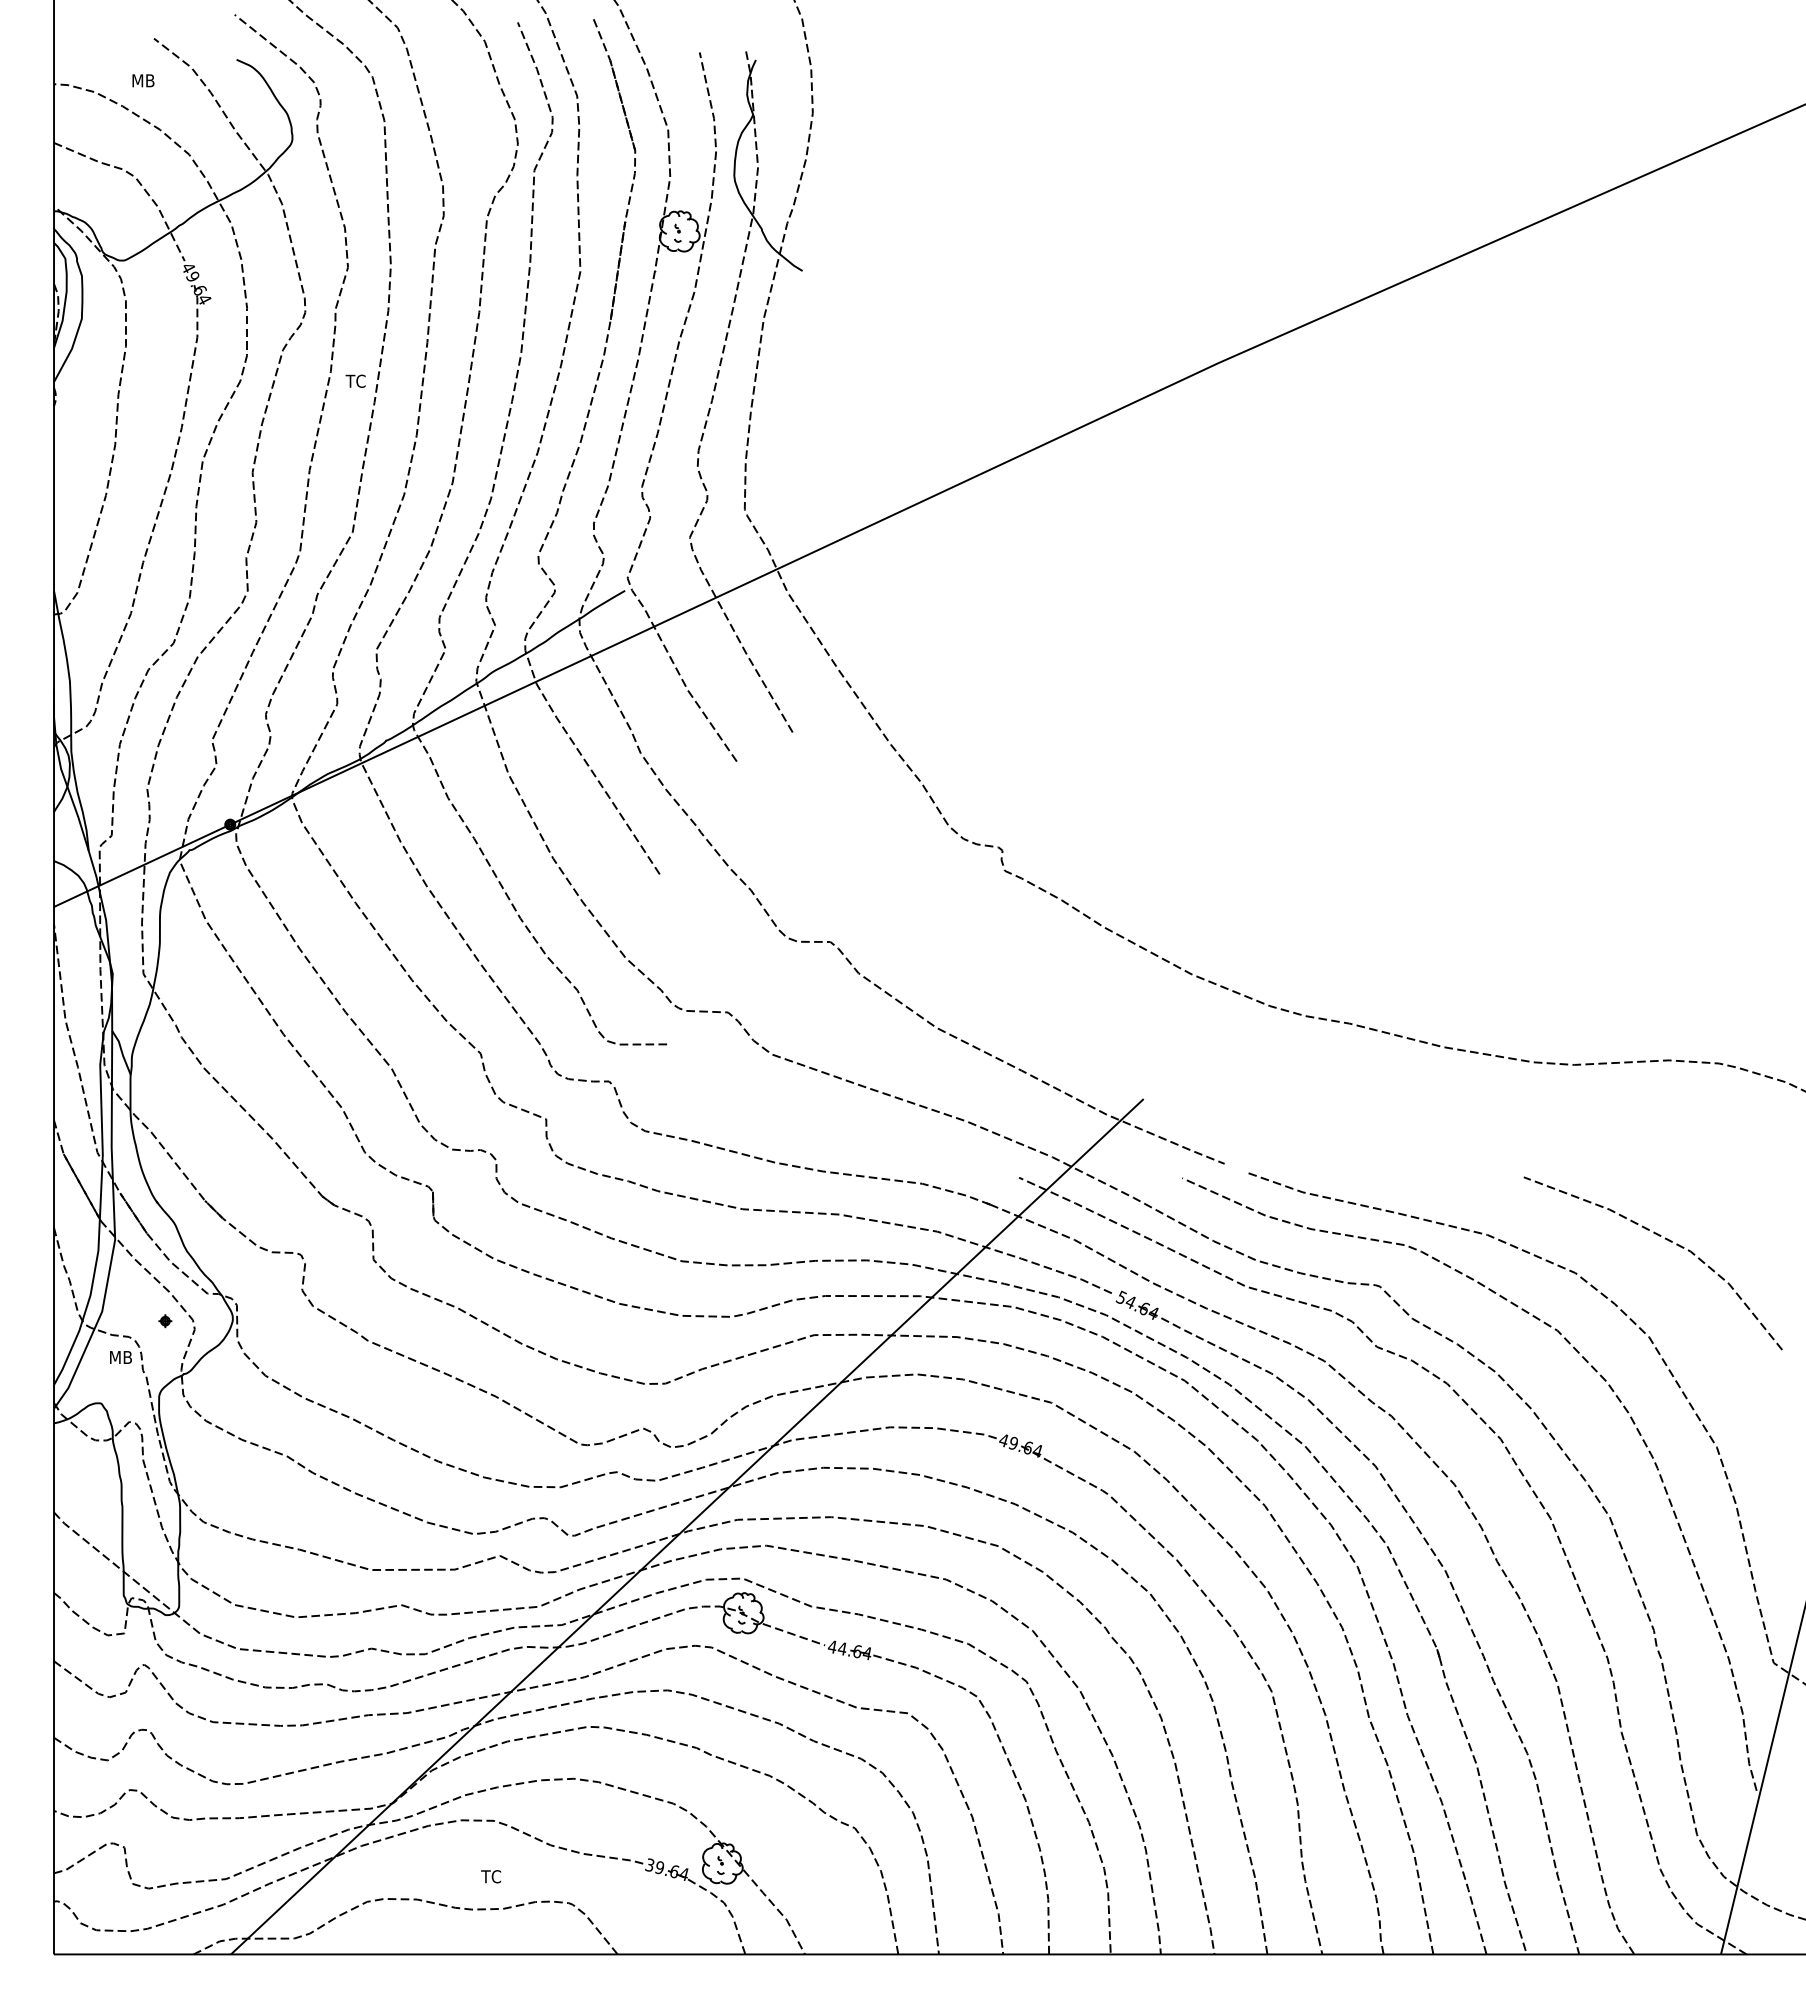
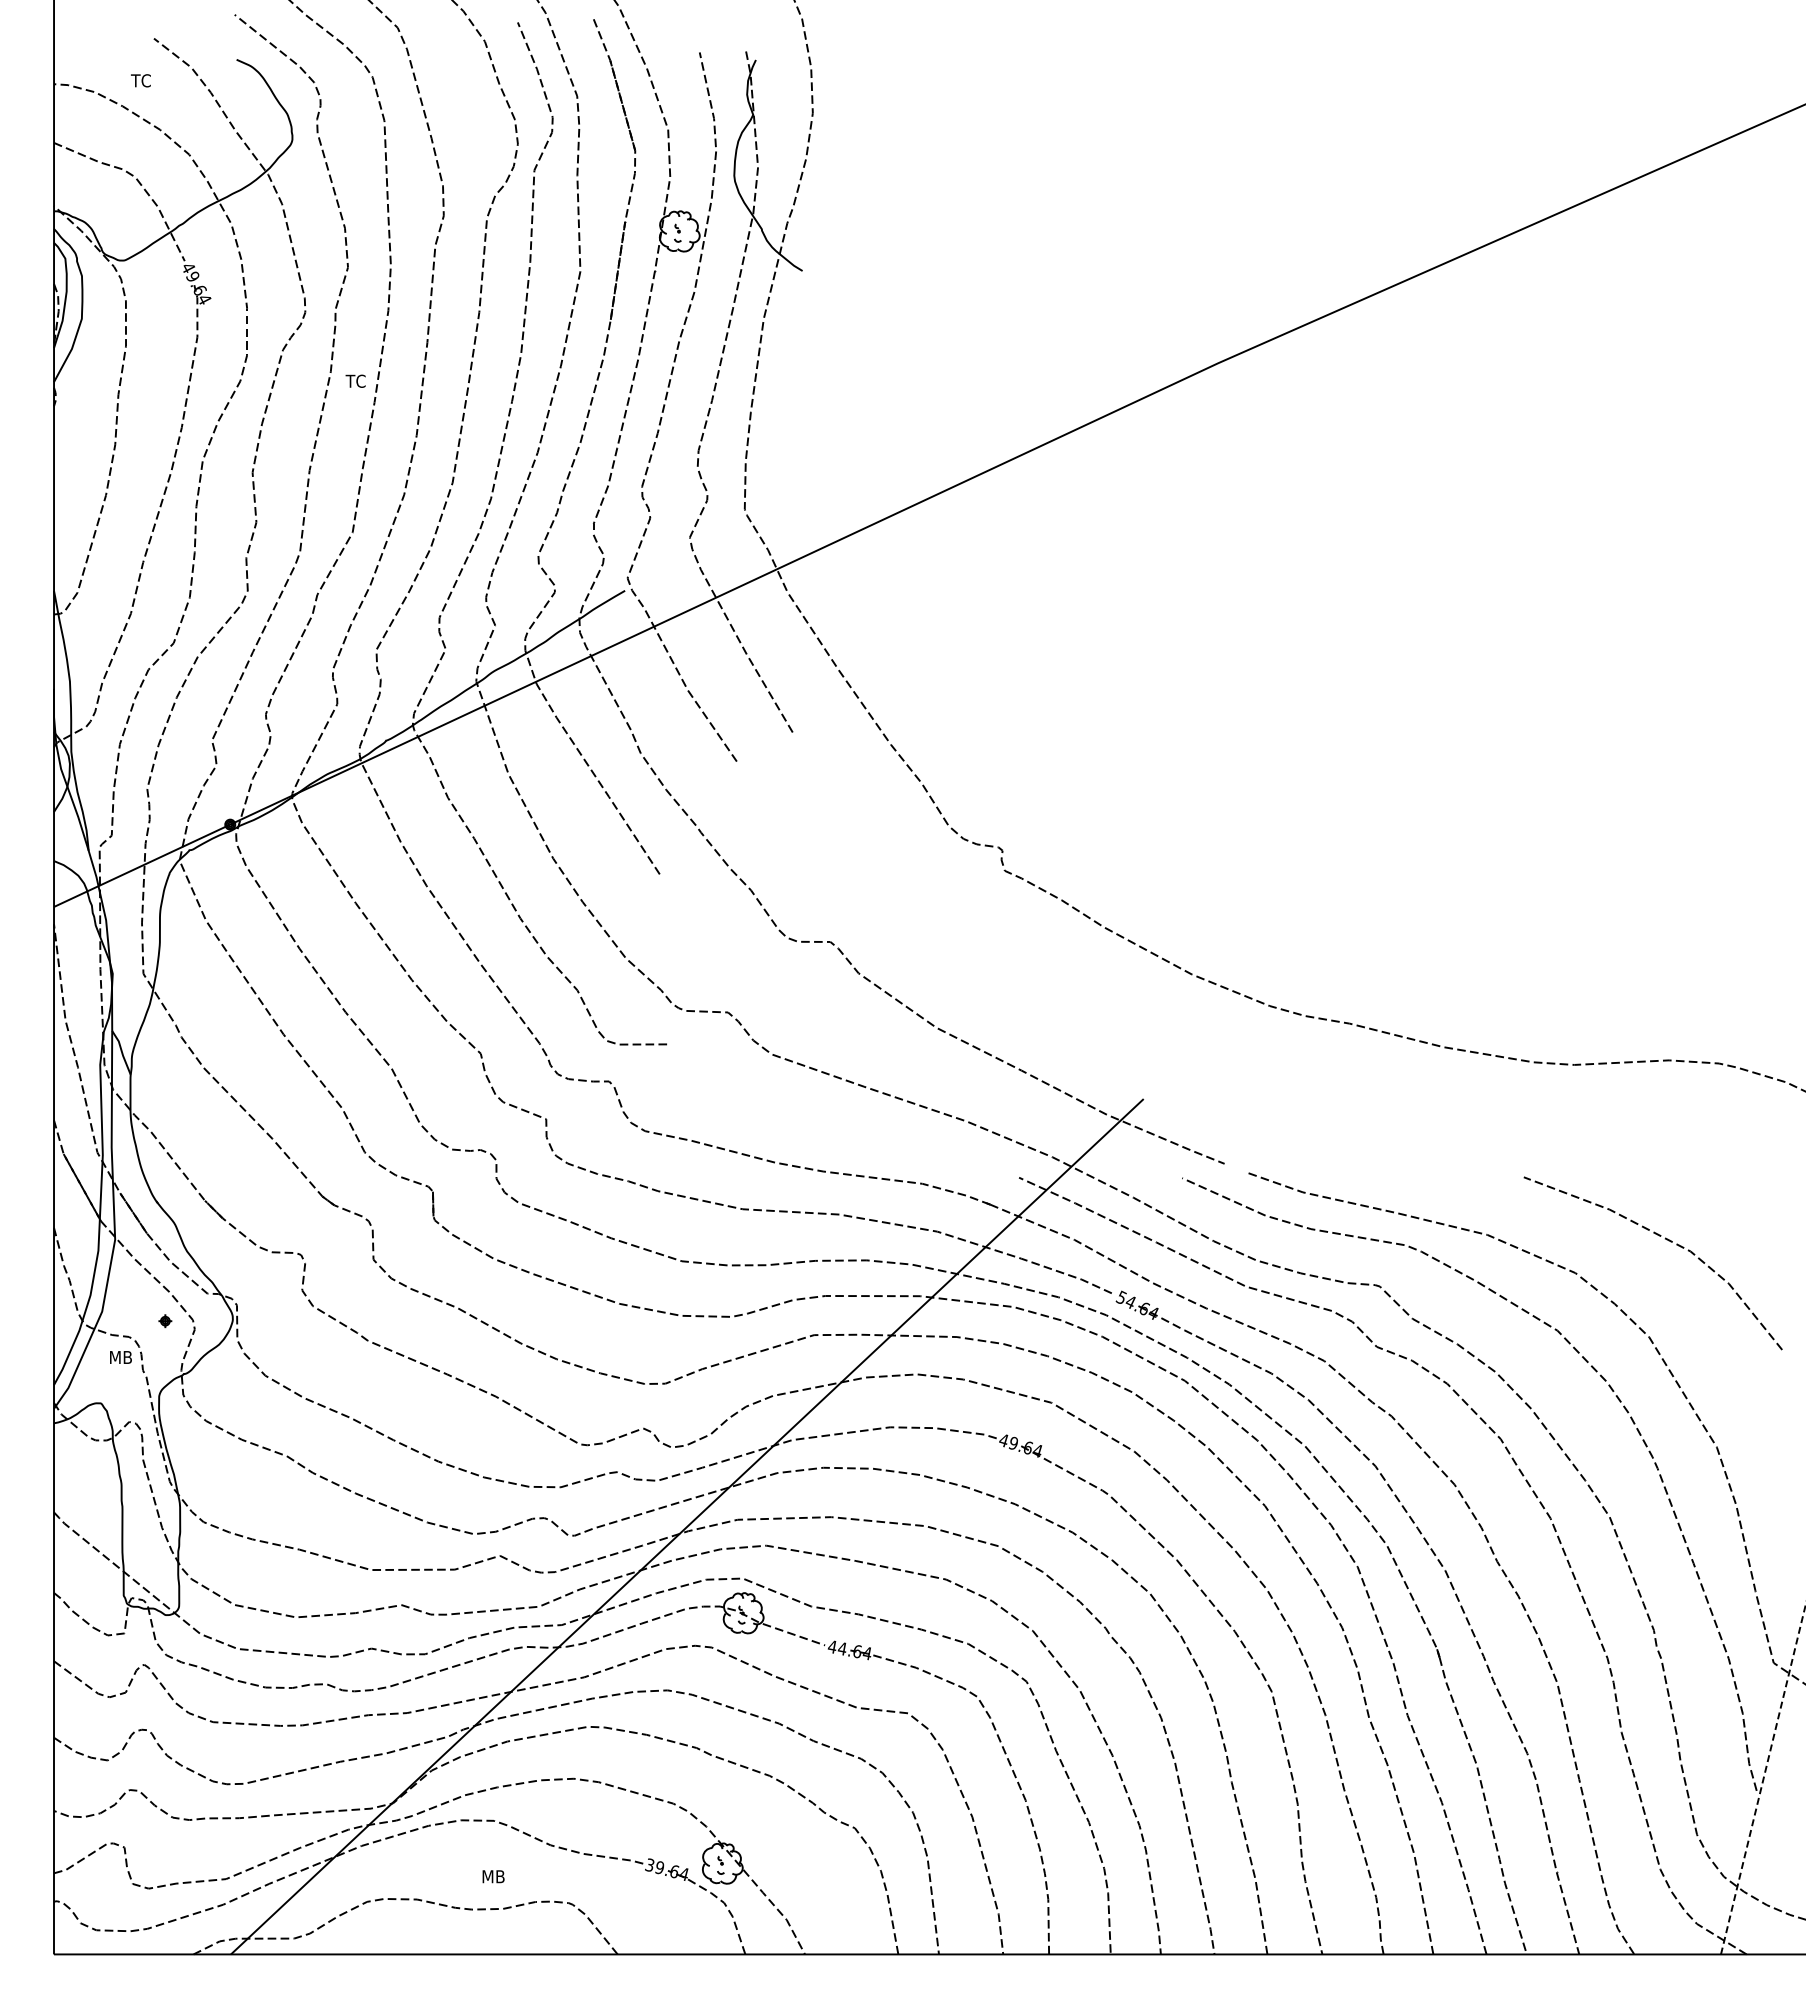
text at (142, 80): MB -> TC
line at (1763, 1779): solid -> dashed
text at (492, 1876): TC -> MB
